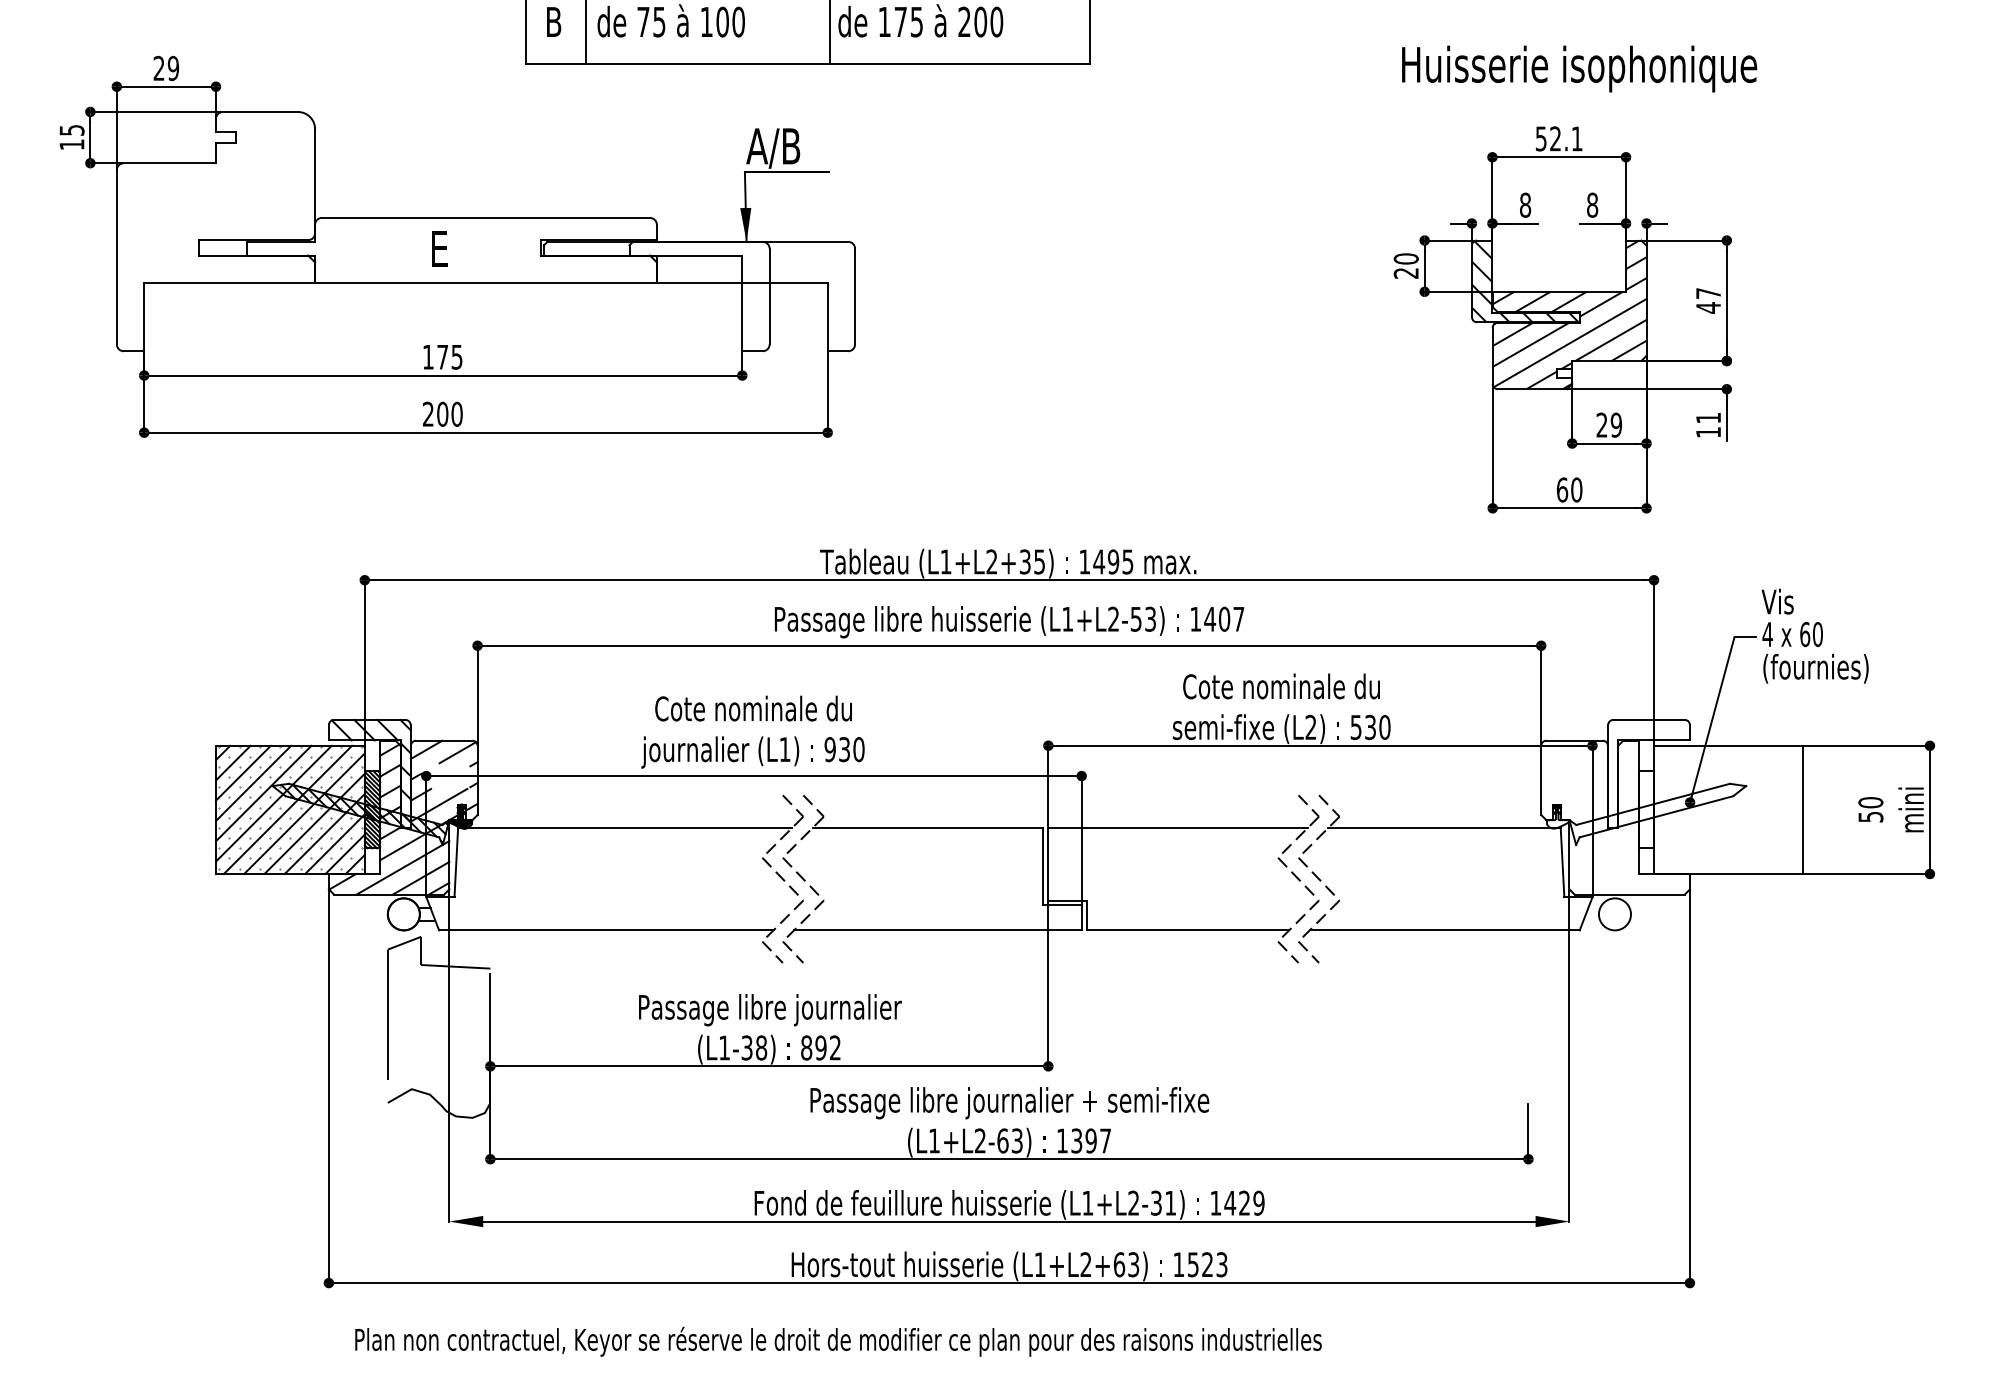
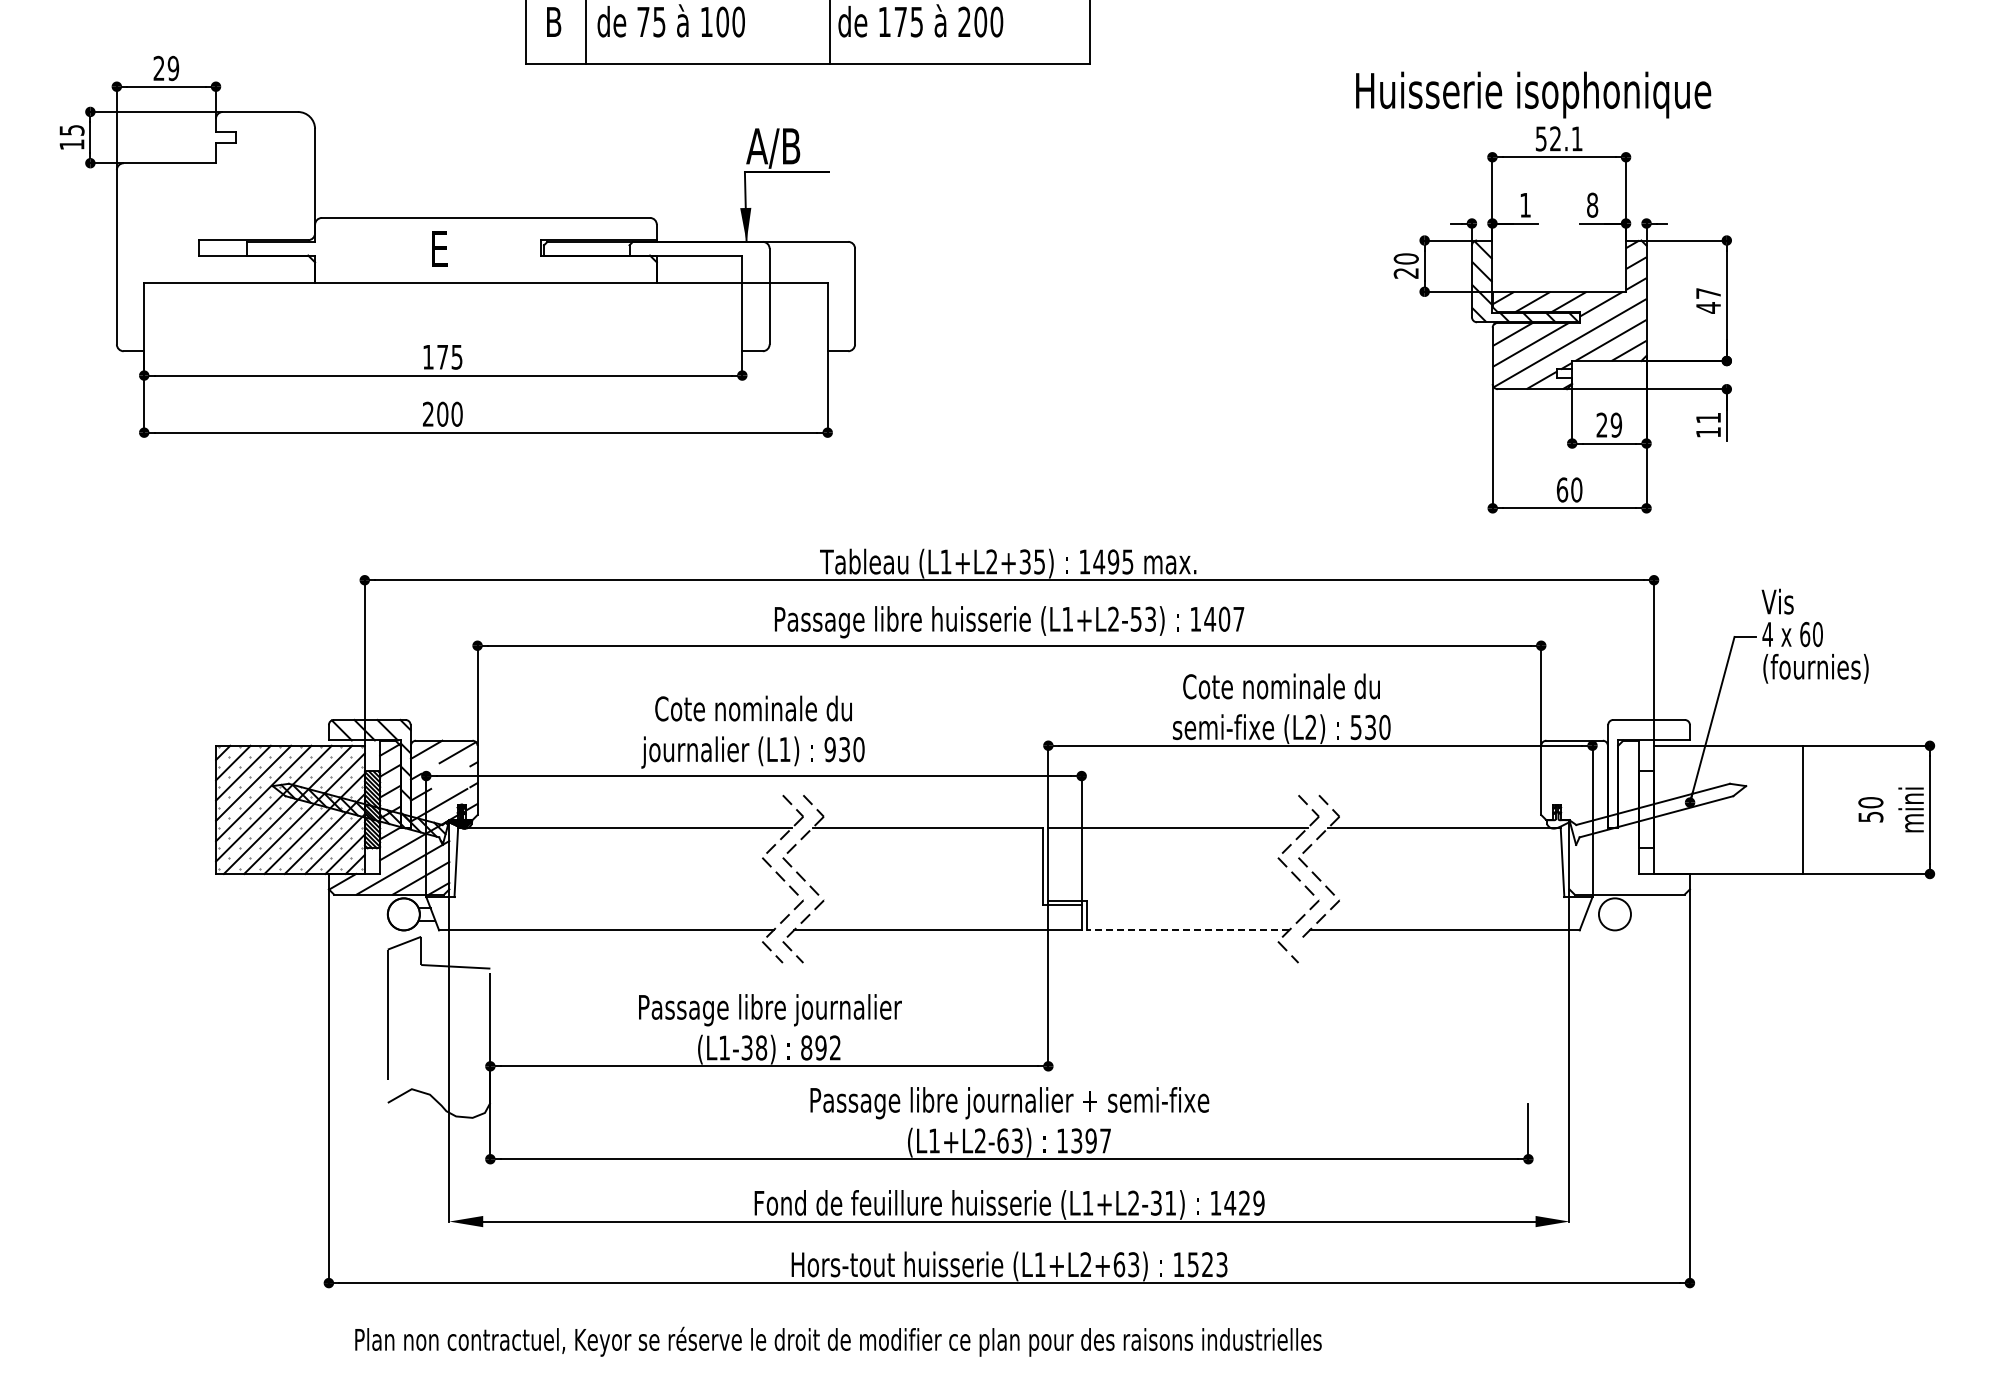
text at (1579, 68) position: (1579, 68) -> (1533, 94)
text at (1525, 204): 8 -> 1
line at (1187, 930): solid -> dashed
line at (1308, 951): present -> none
